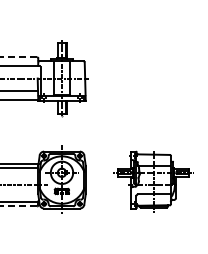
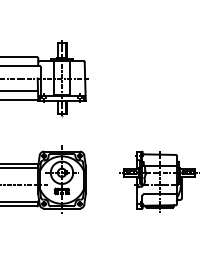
line at (18, 57): dashed -> solid
part at (153, 181) position: (153, 181) -> (159, 181)
line at (18, 206): dashed -> solid
